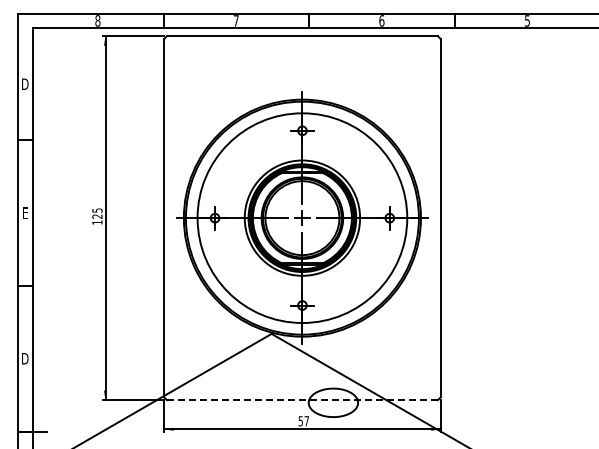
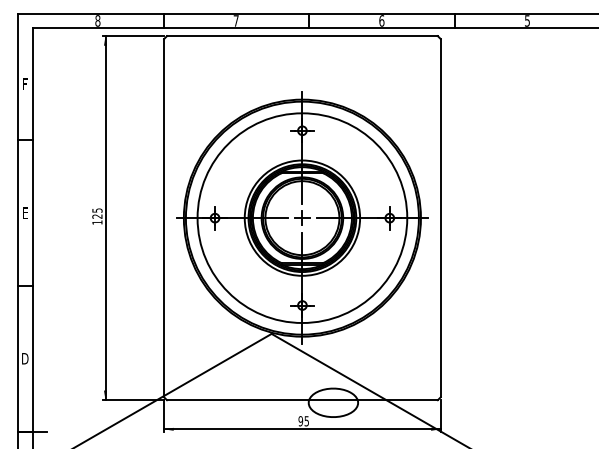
text at (25, 83): D -> F
line at (301, 400): dashed -> solid
text at (303, 421): 57 -> 95
